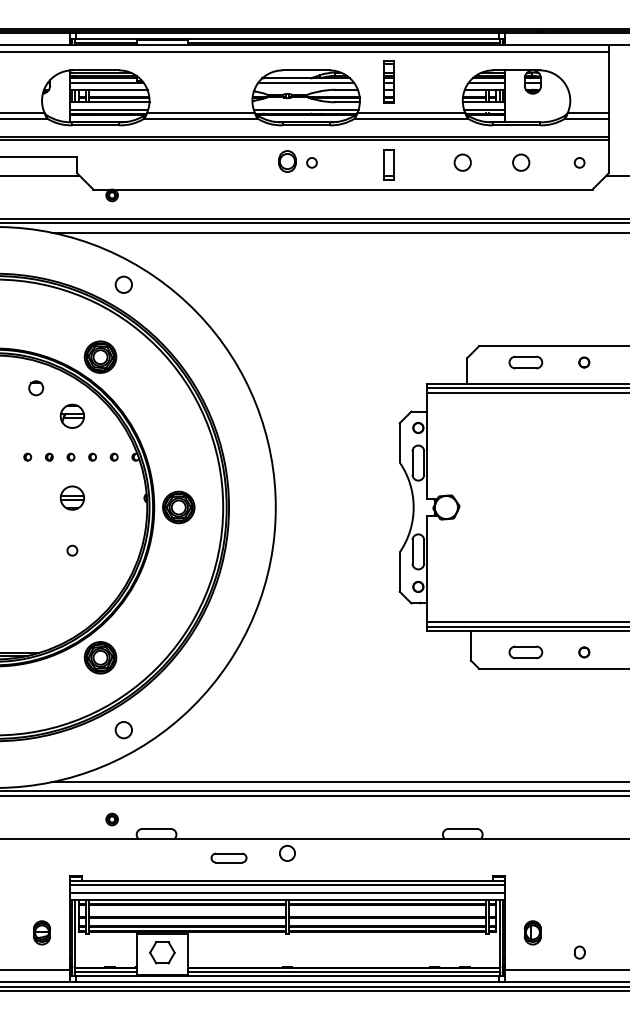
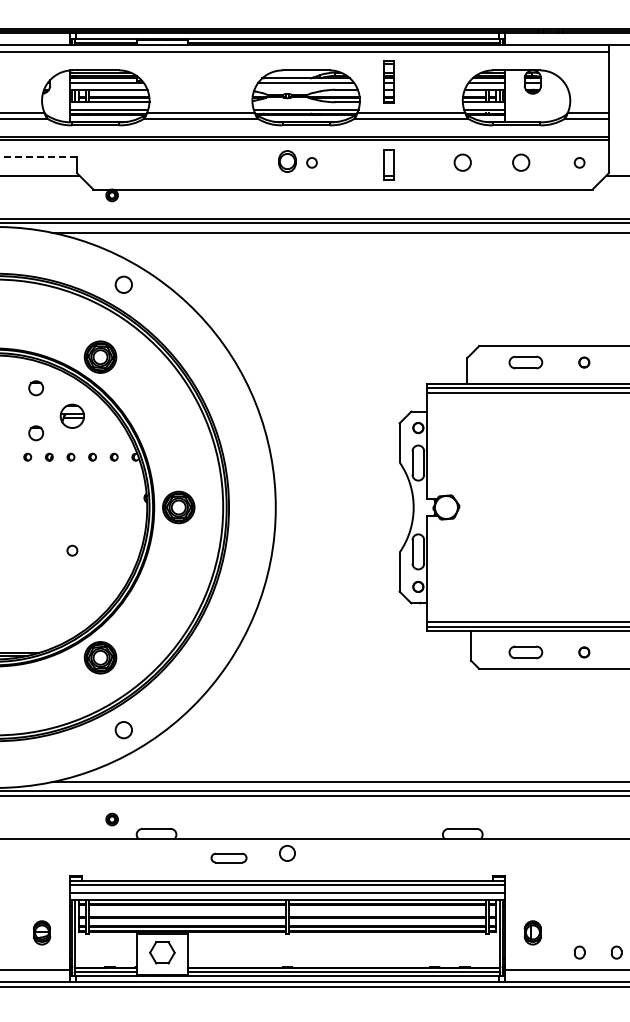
line at (38, 156): solid -> dashed
circle at (36, 433): none -> present
part at (71, 497): present -> none
part at (616, 952): none -> present
line at (314, 991): present -> none
